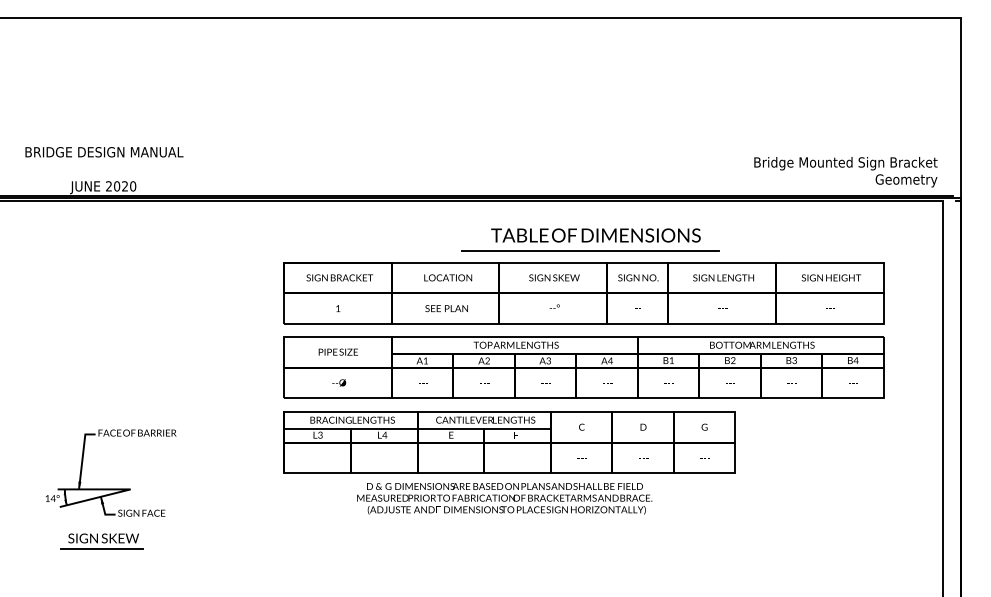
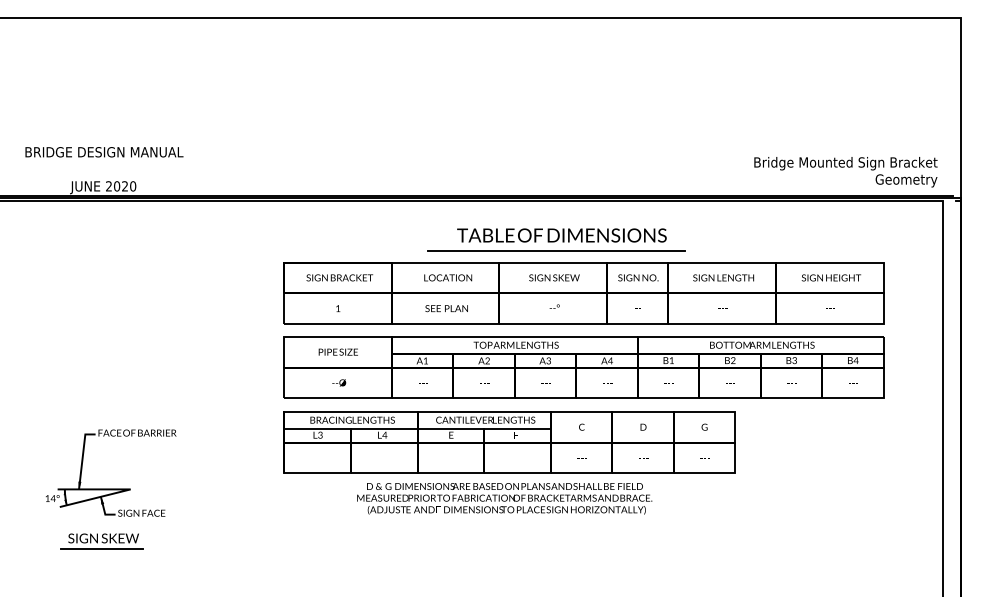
part at (590, 239) position: (590, 239) -> (556, 239)
